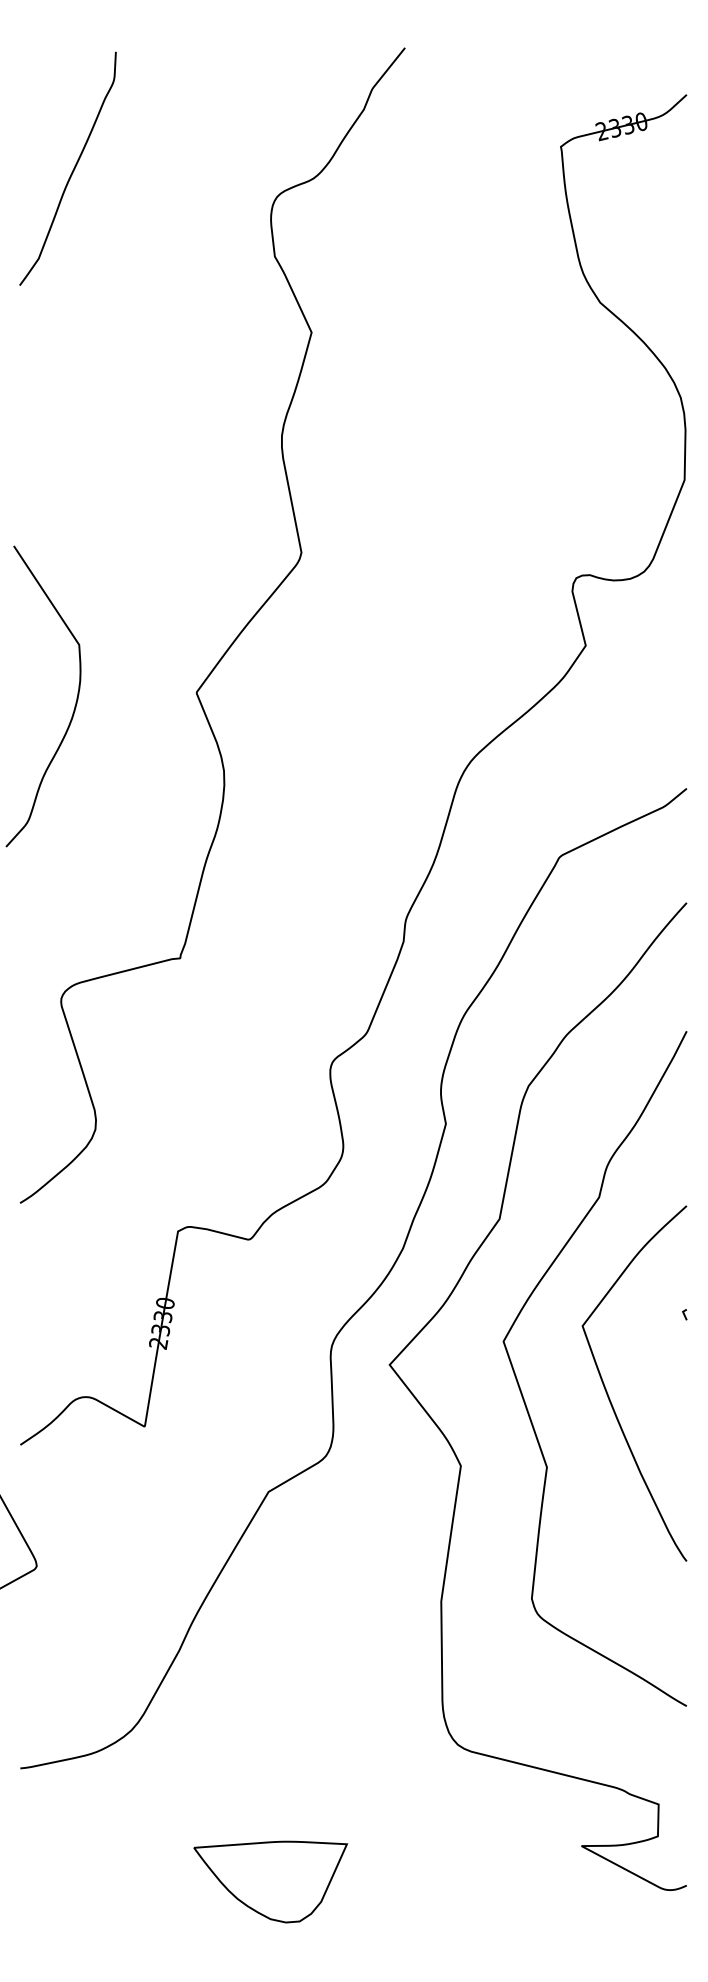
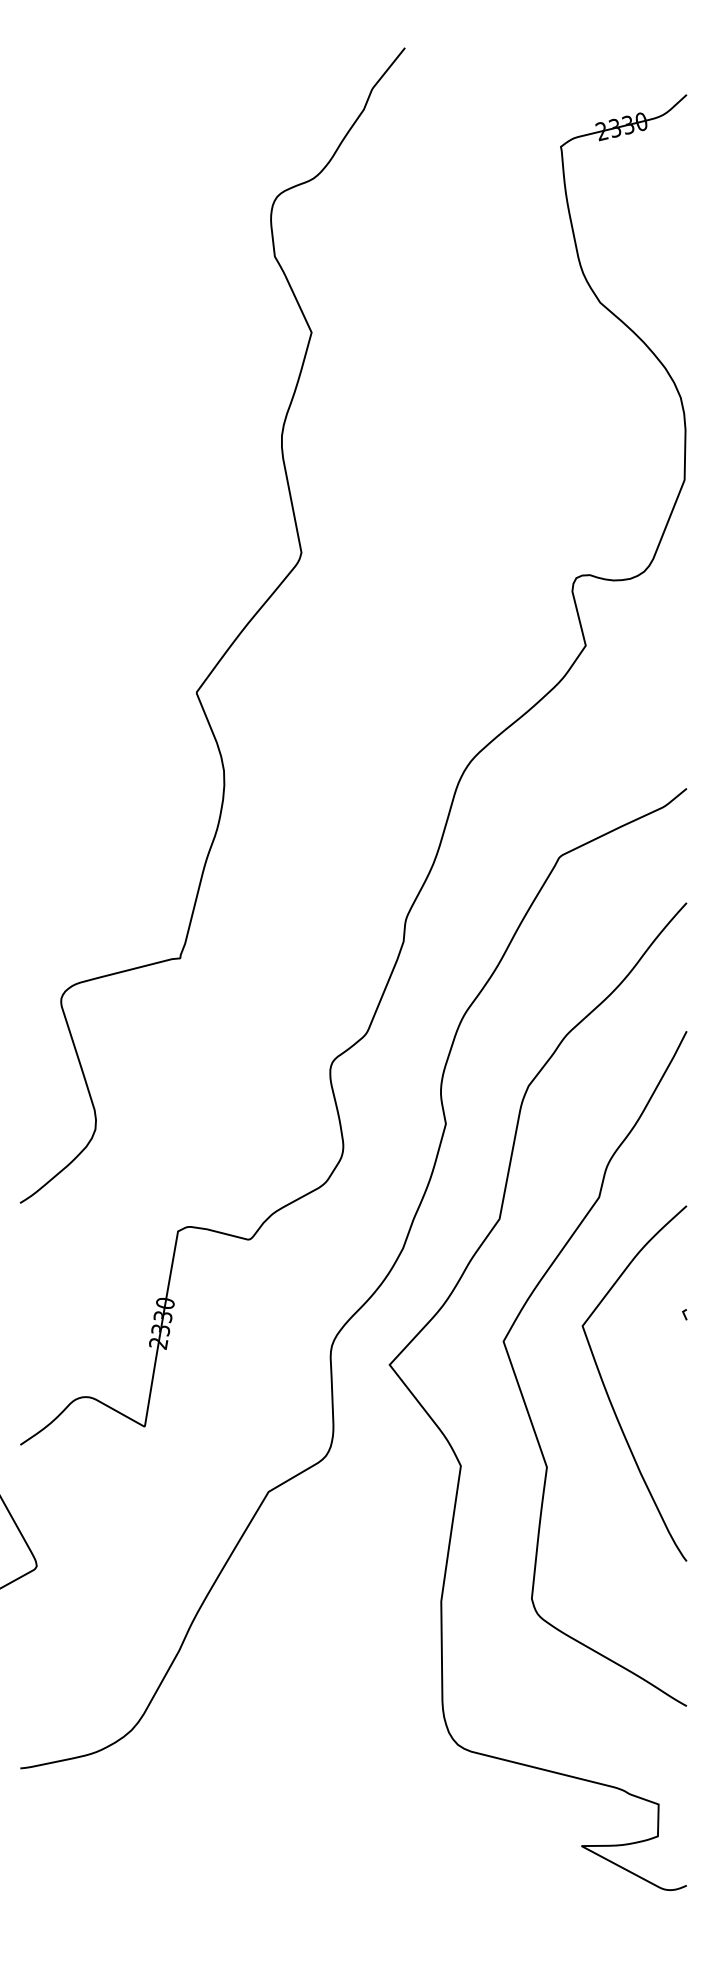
curve at (72, 170): present -> none
curve at (75, 702): present -> none
part at (270, 1881): present -> none
